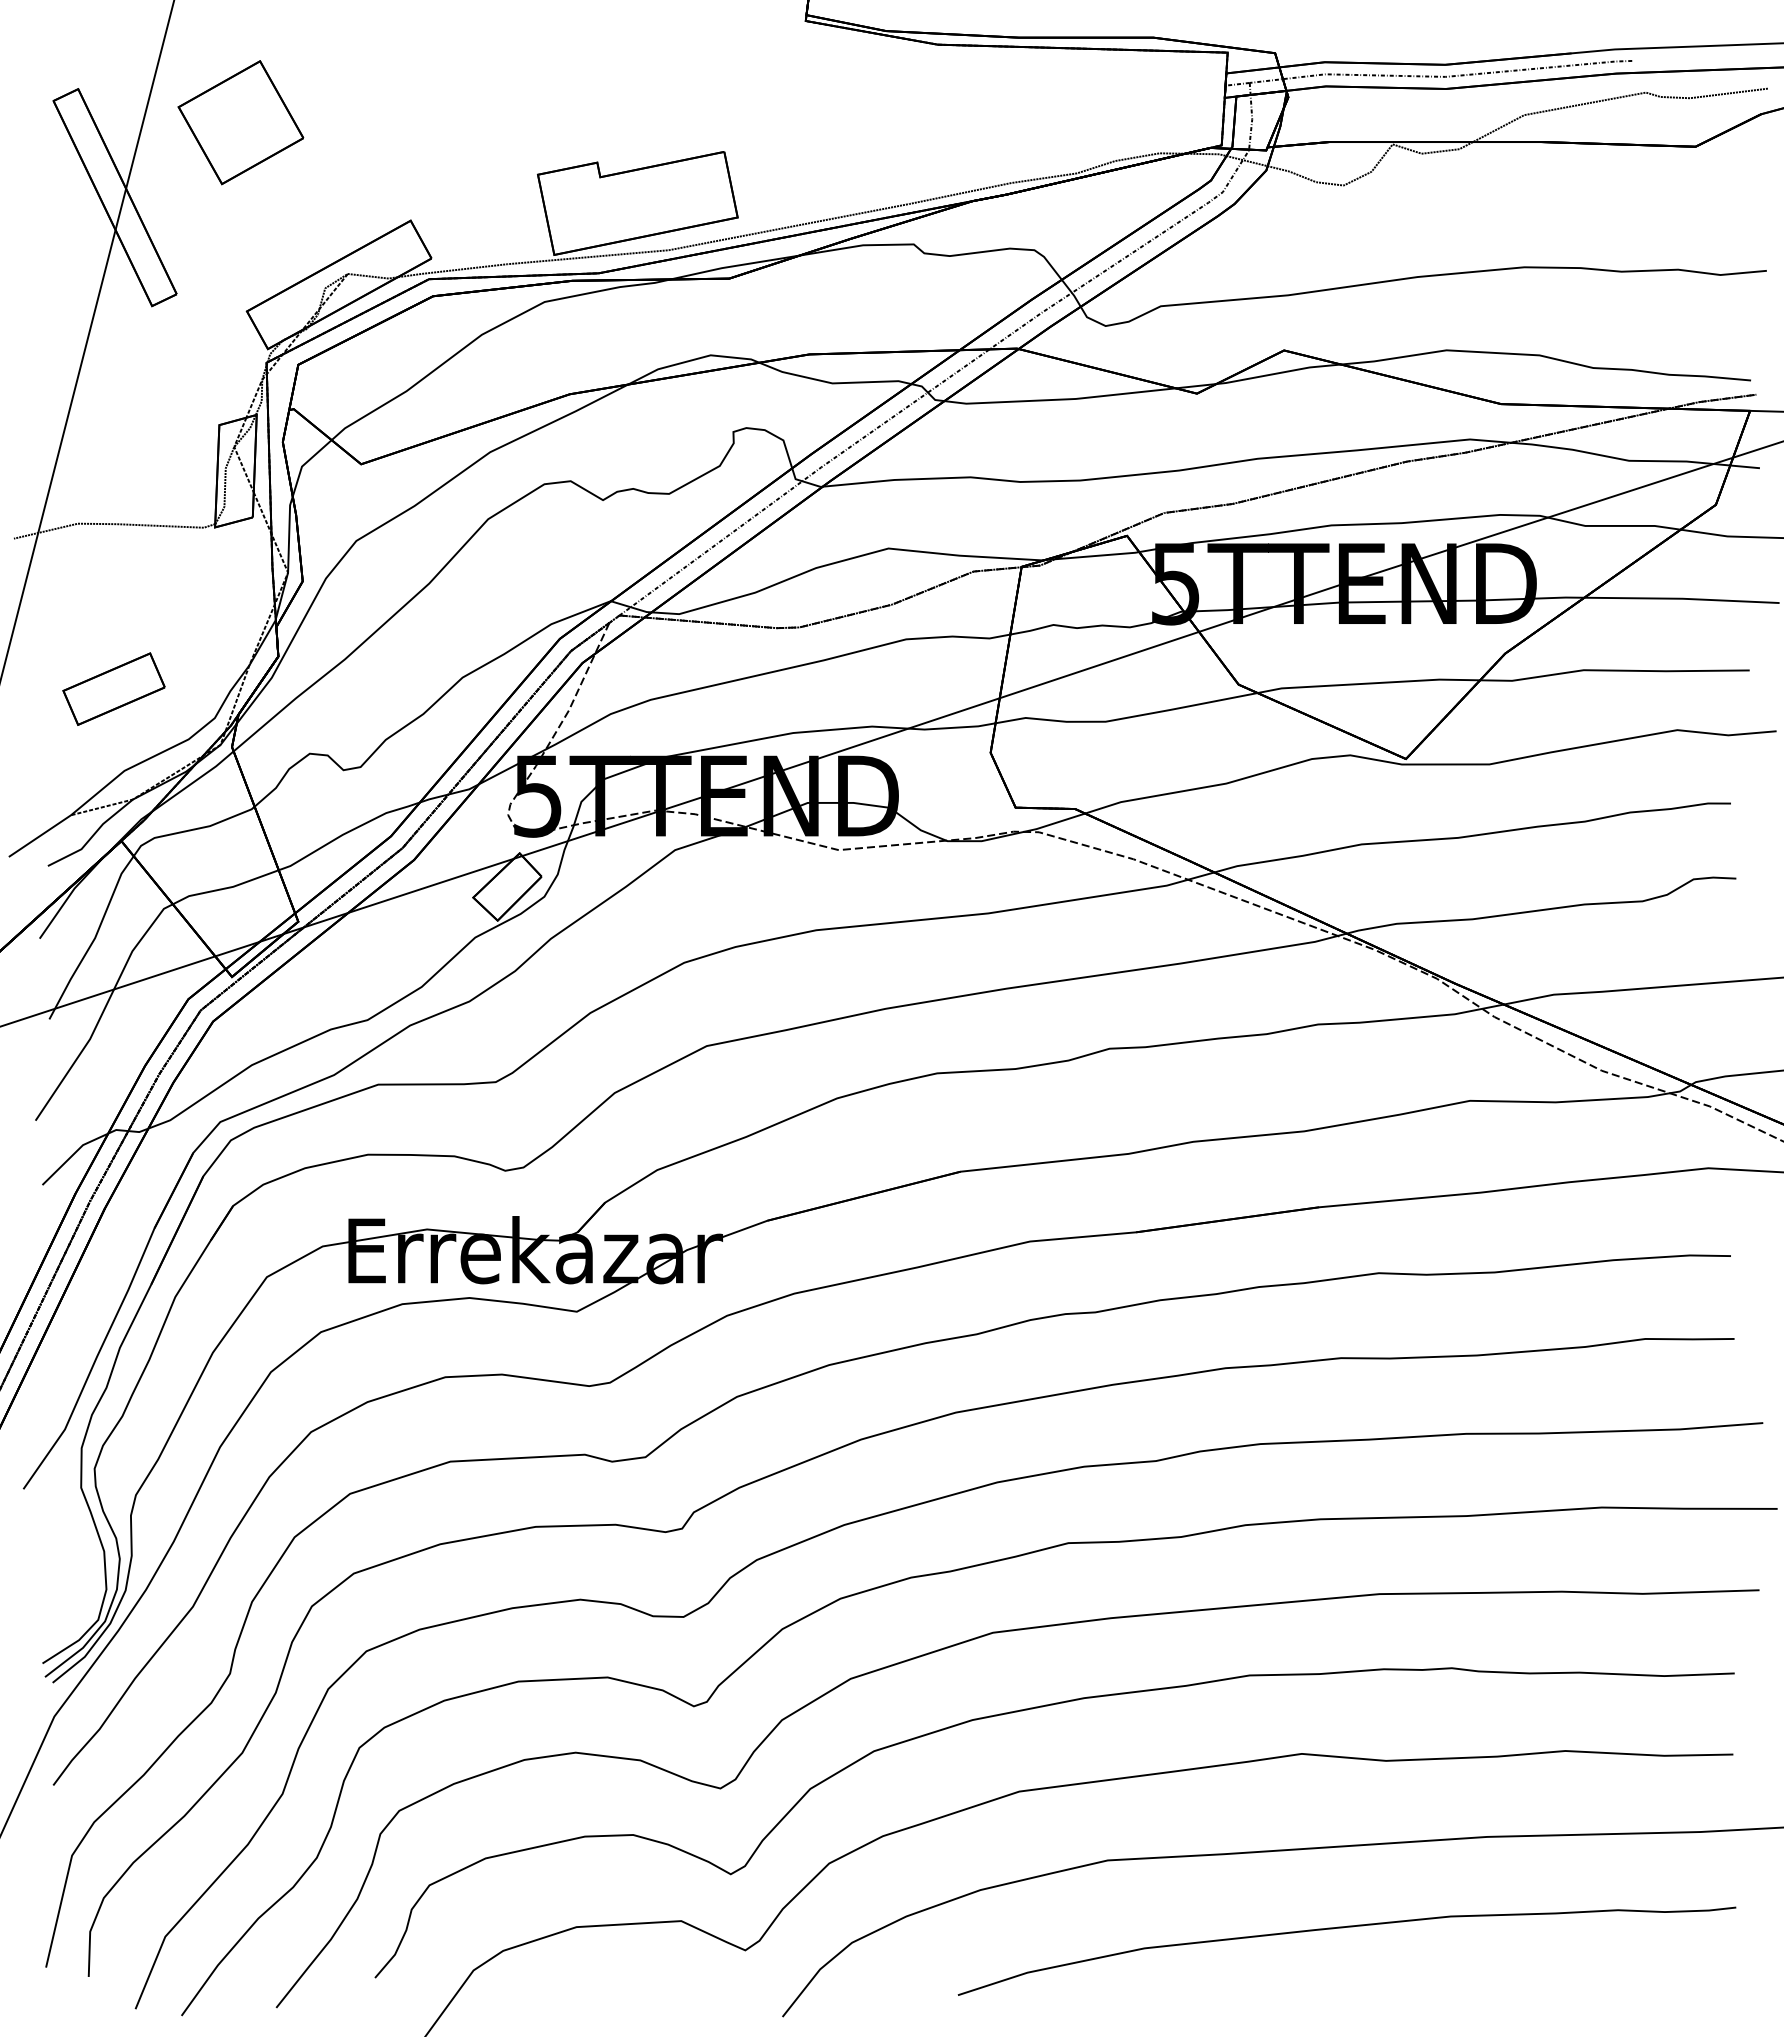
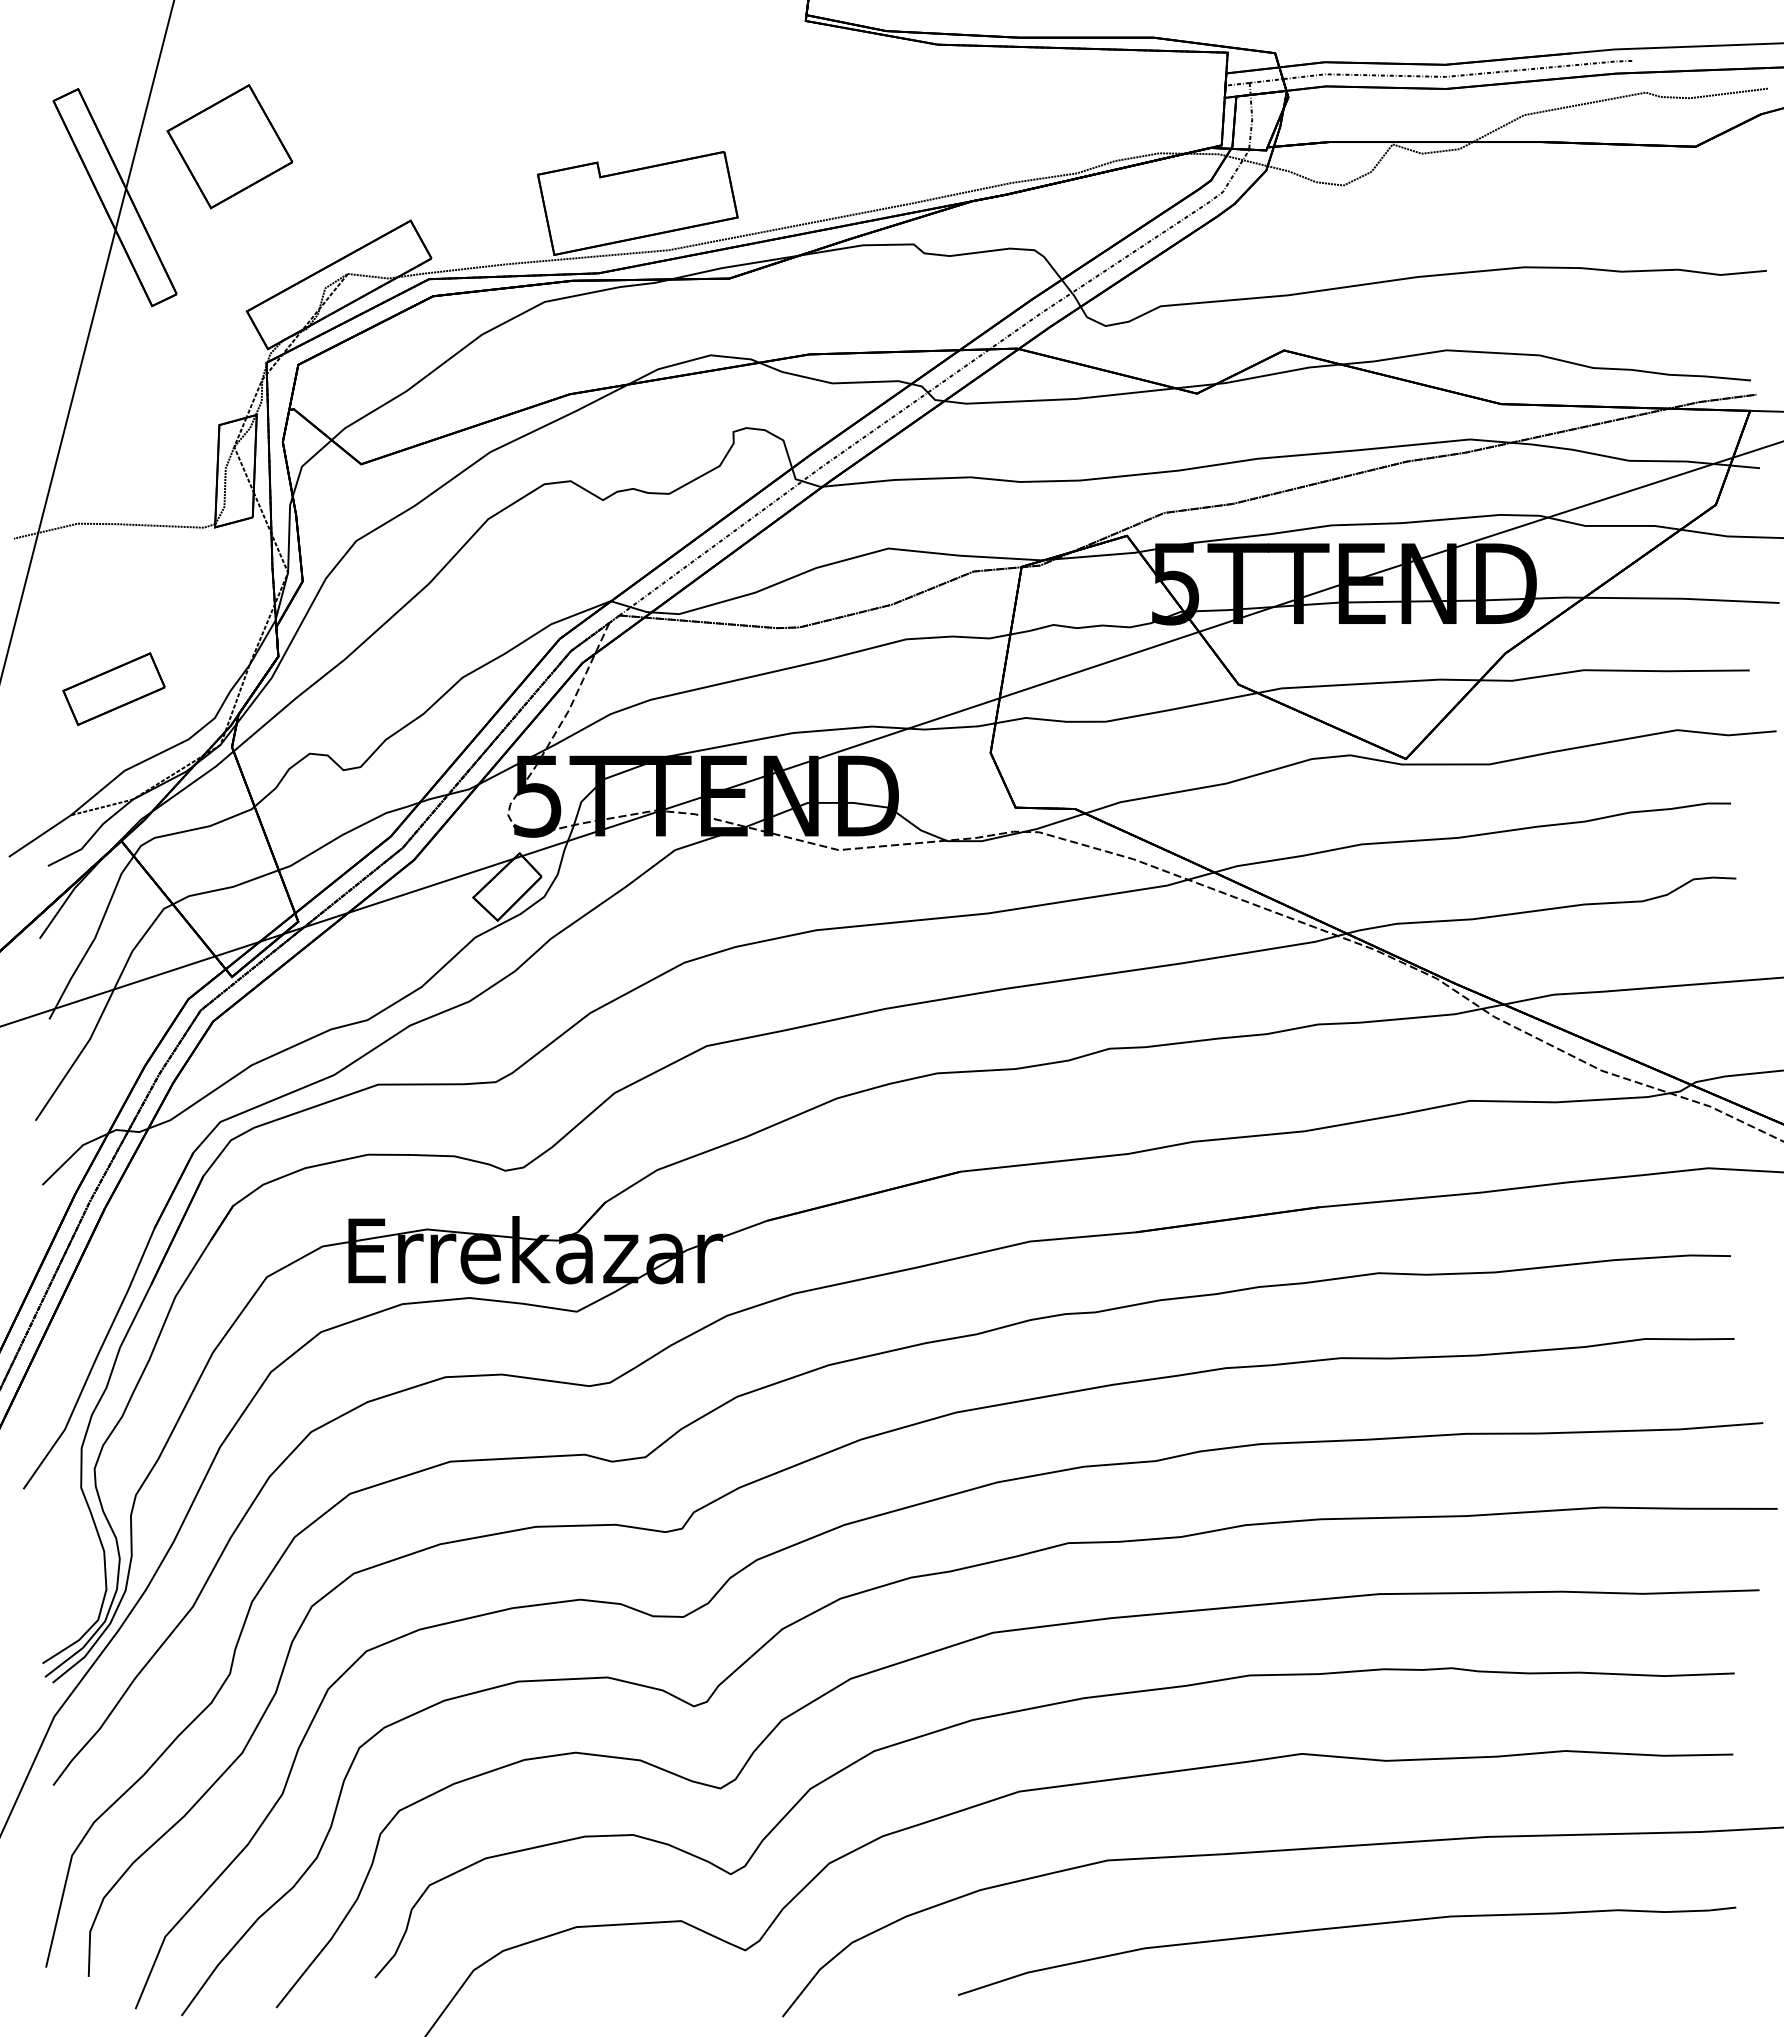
part at (240, 122) position: (240, 122) -> (229, 146)
